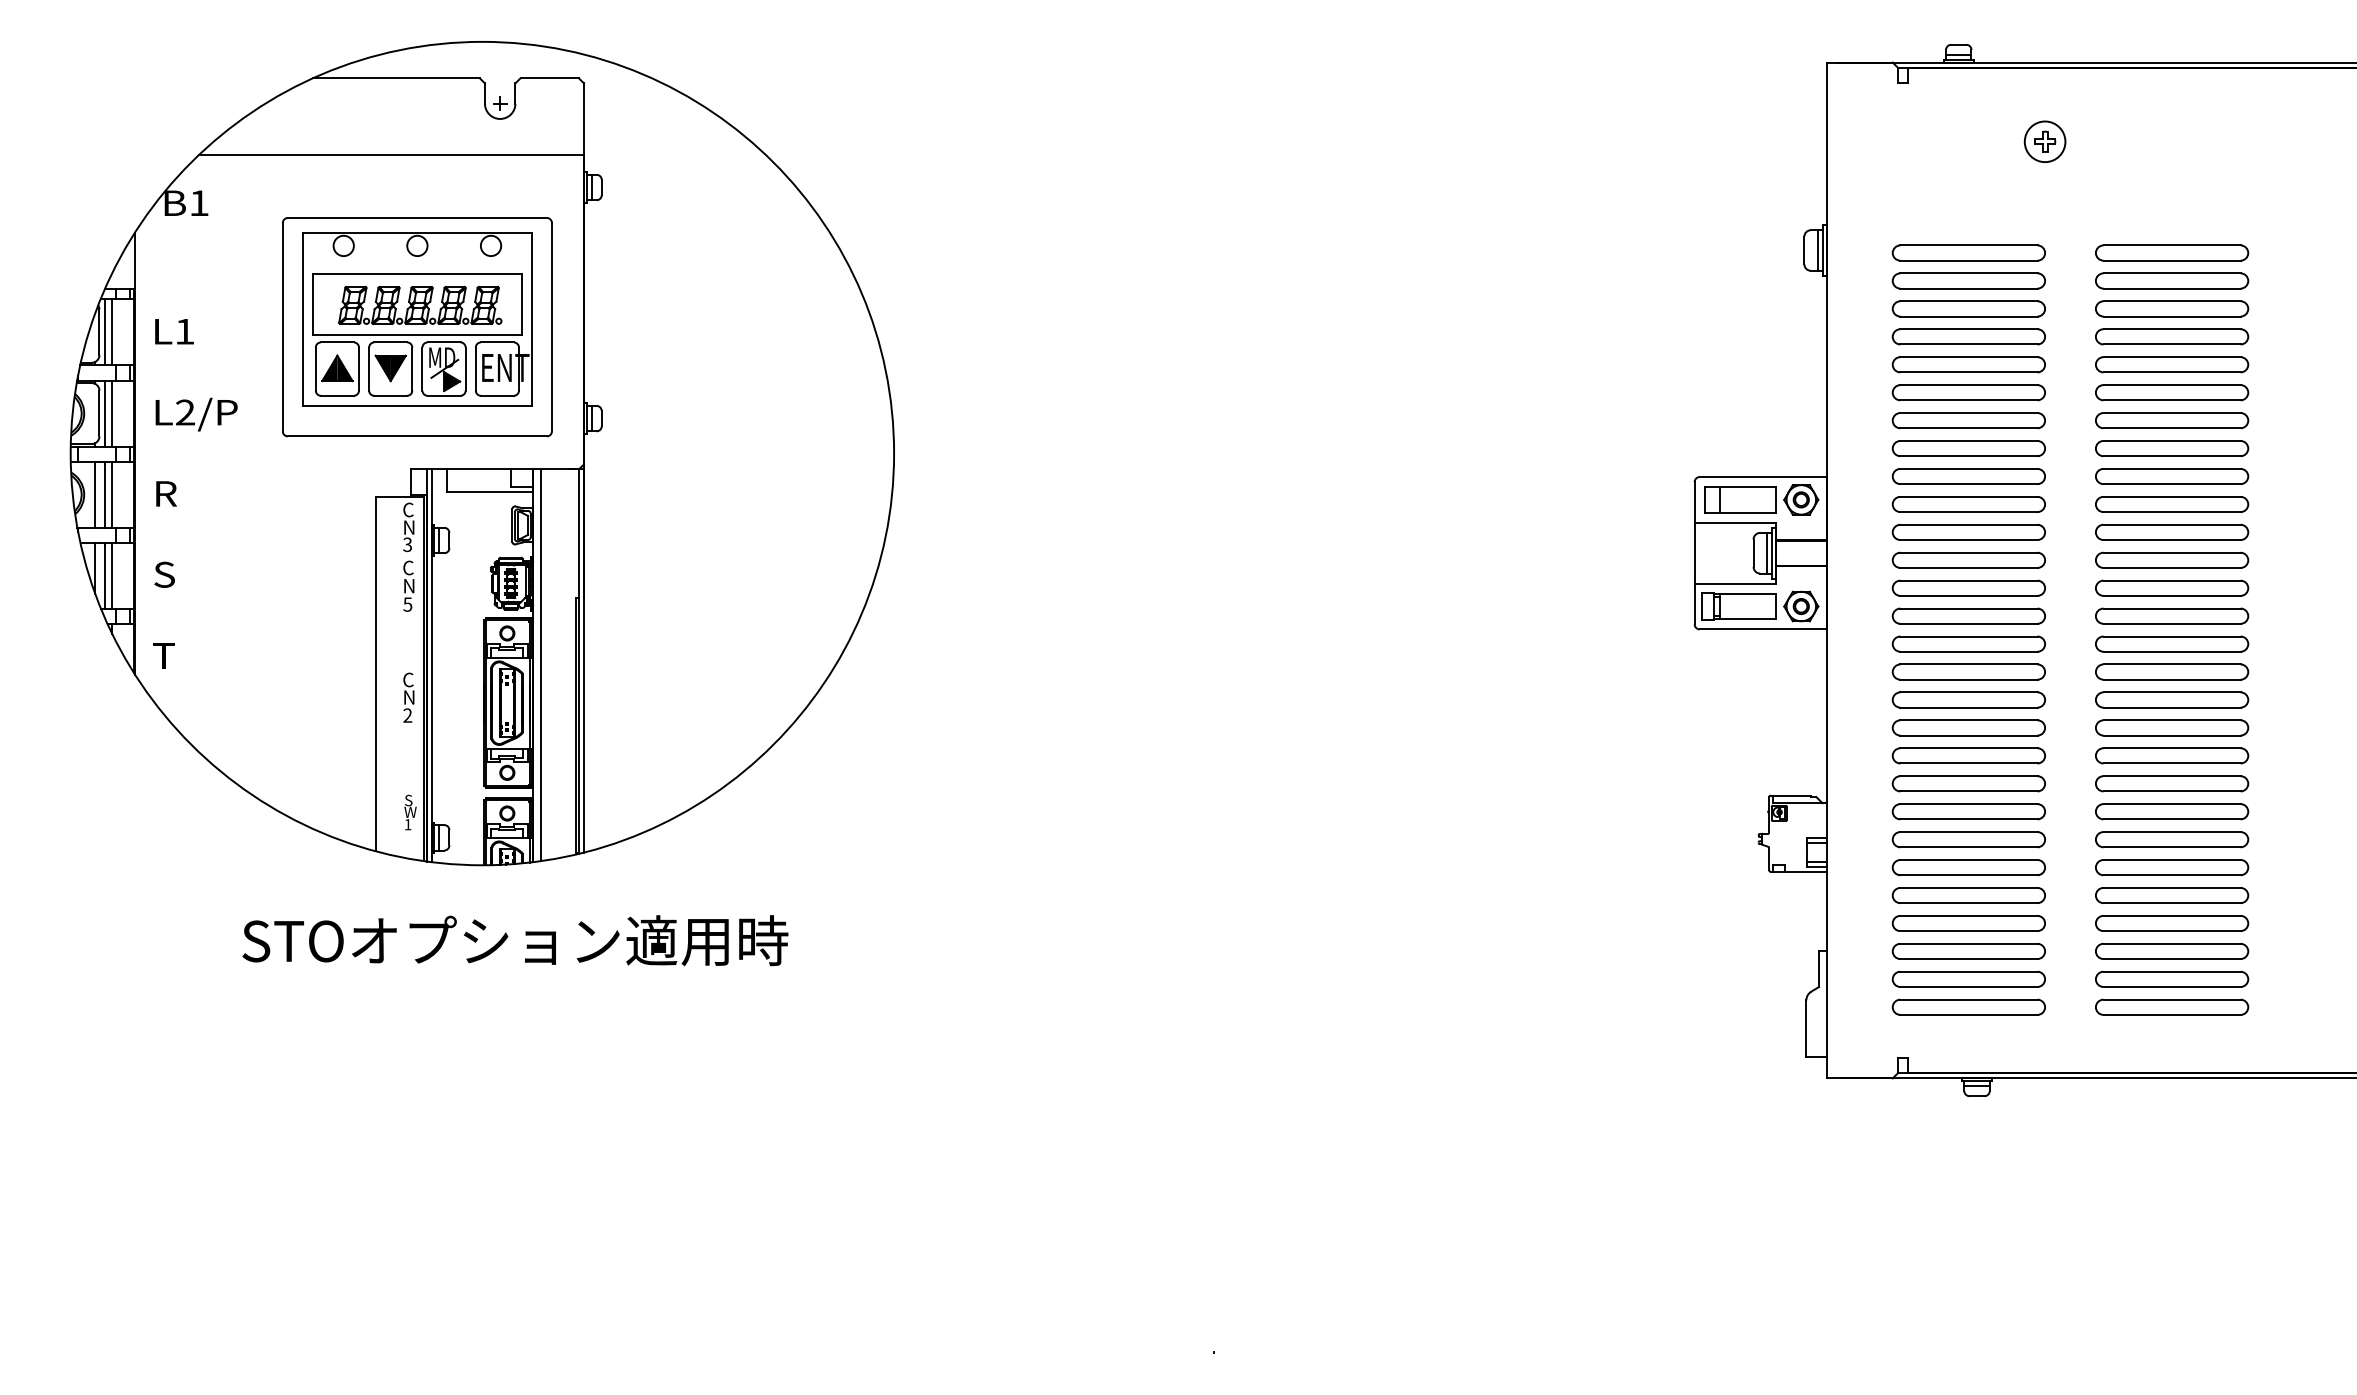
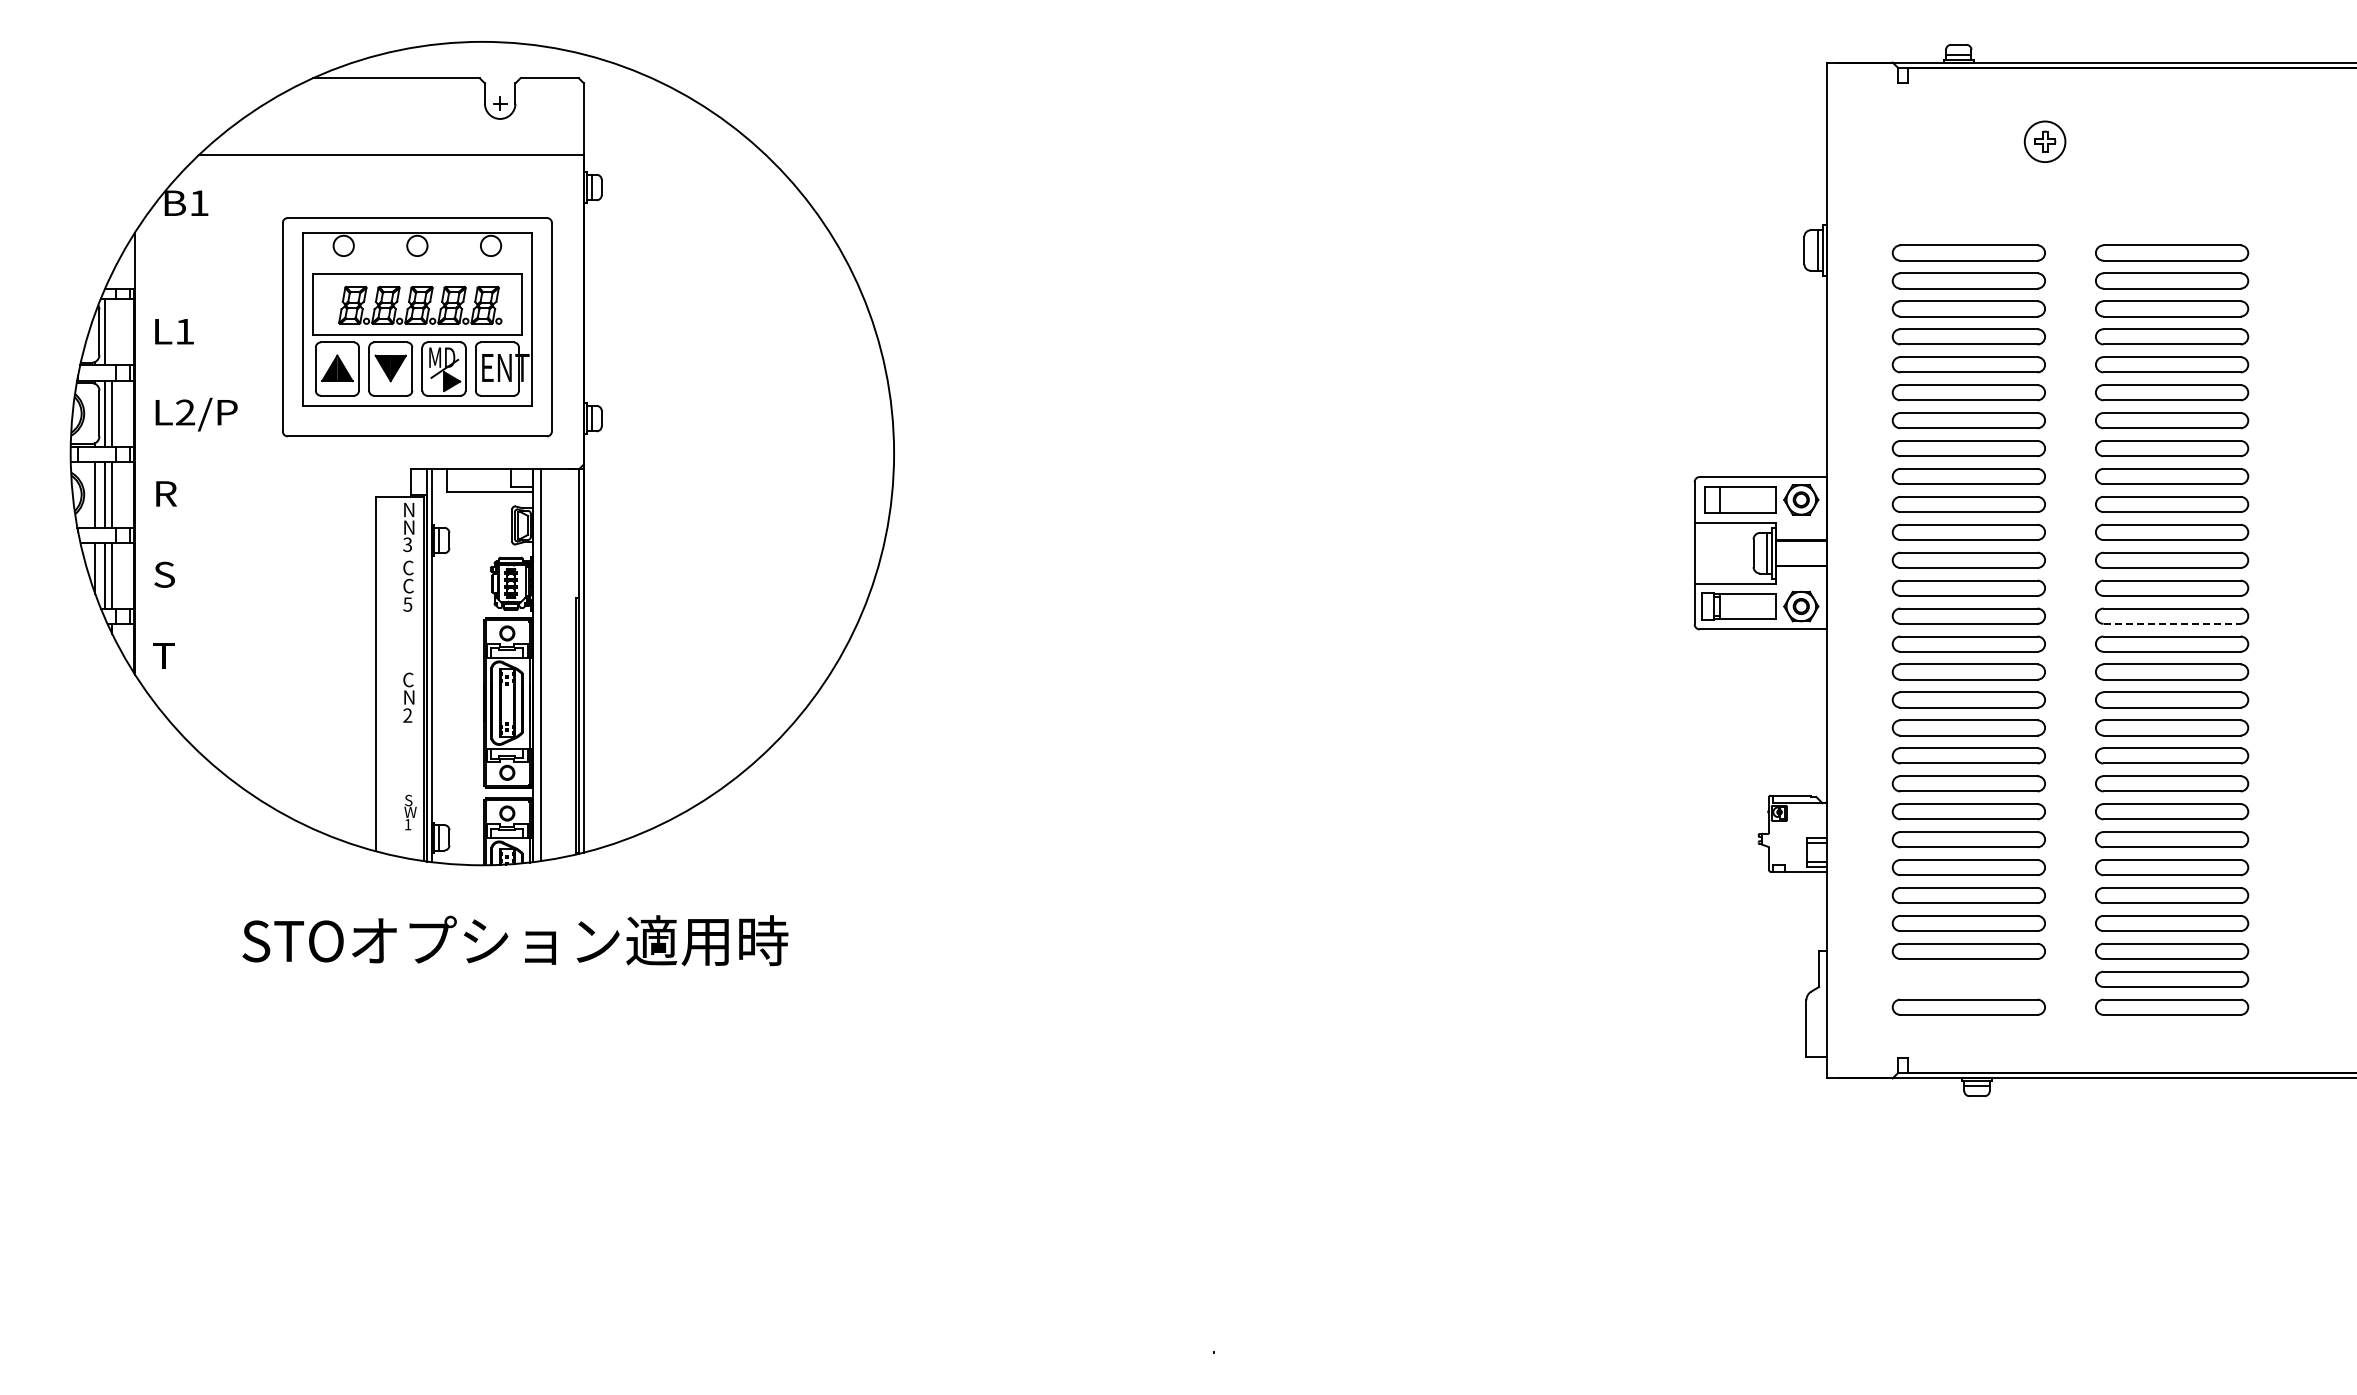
line at (112, 332): present -> none
text at (408, 509): C -> N
text at (408, 585): N -> C
line at (2172, 623): solid -> dashed
part at (1968, 978): present -> none
